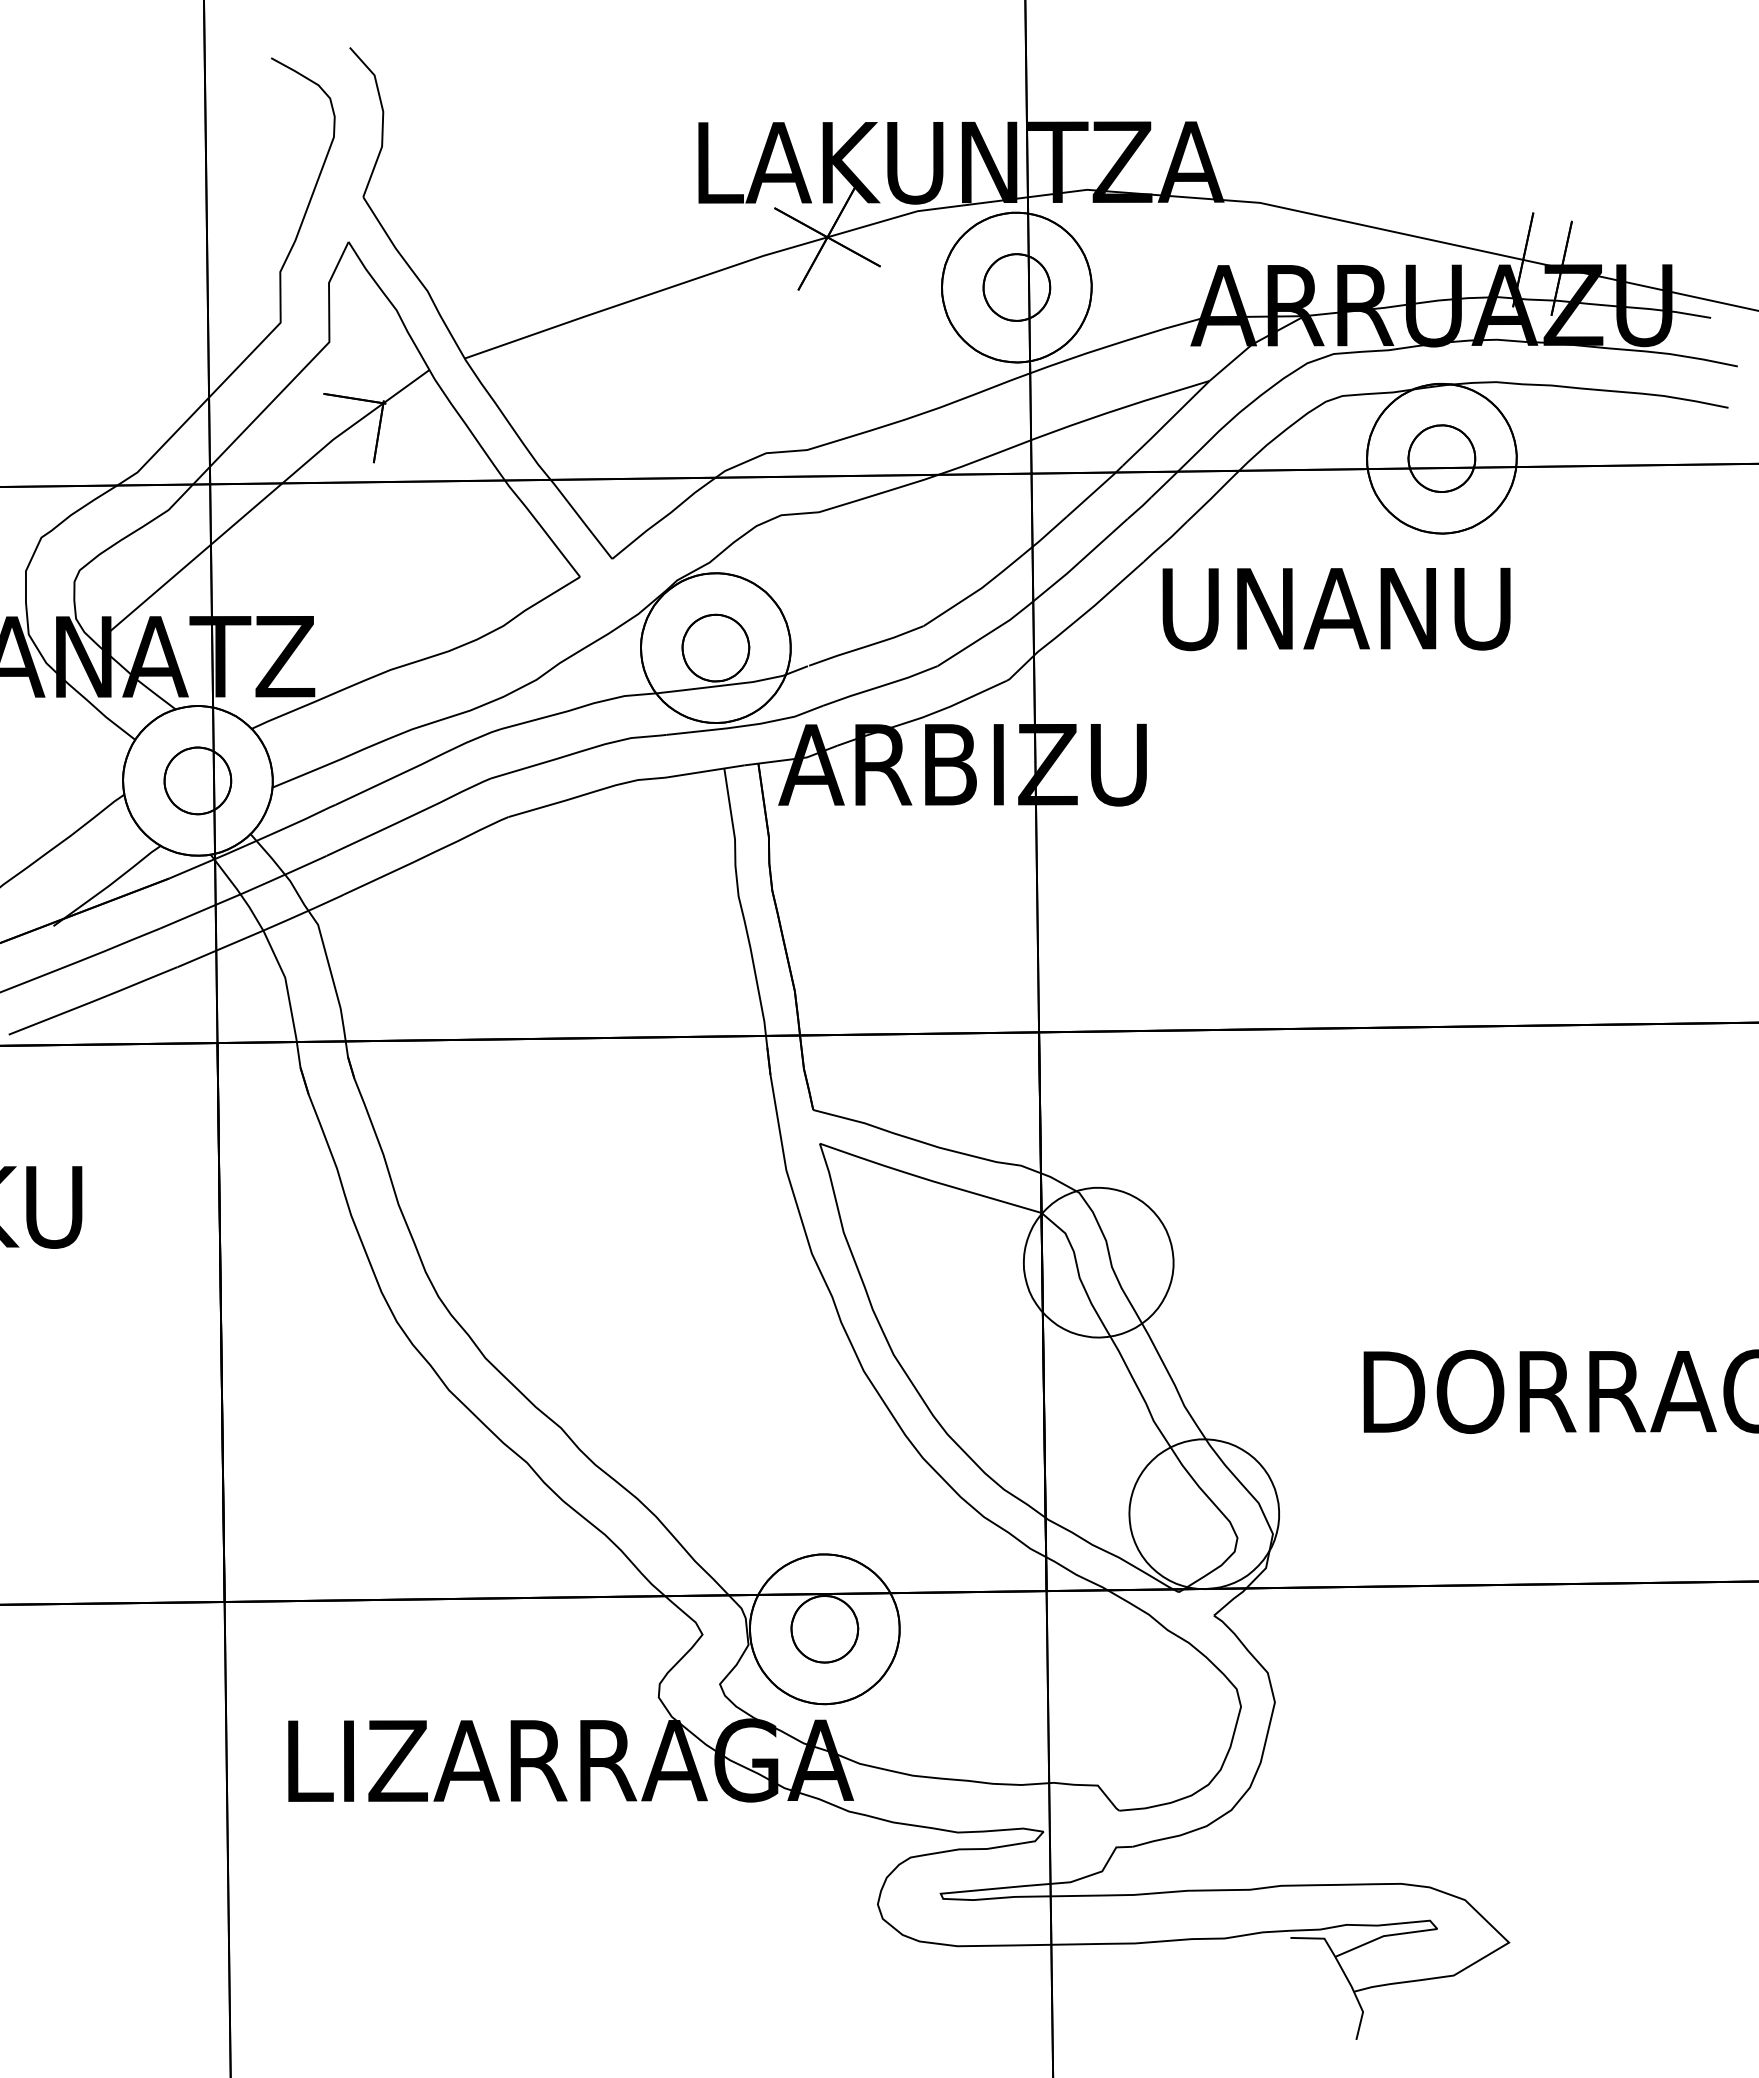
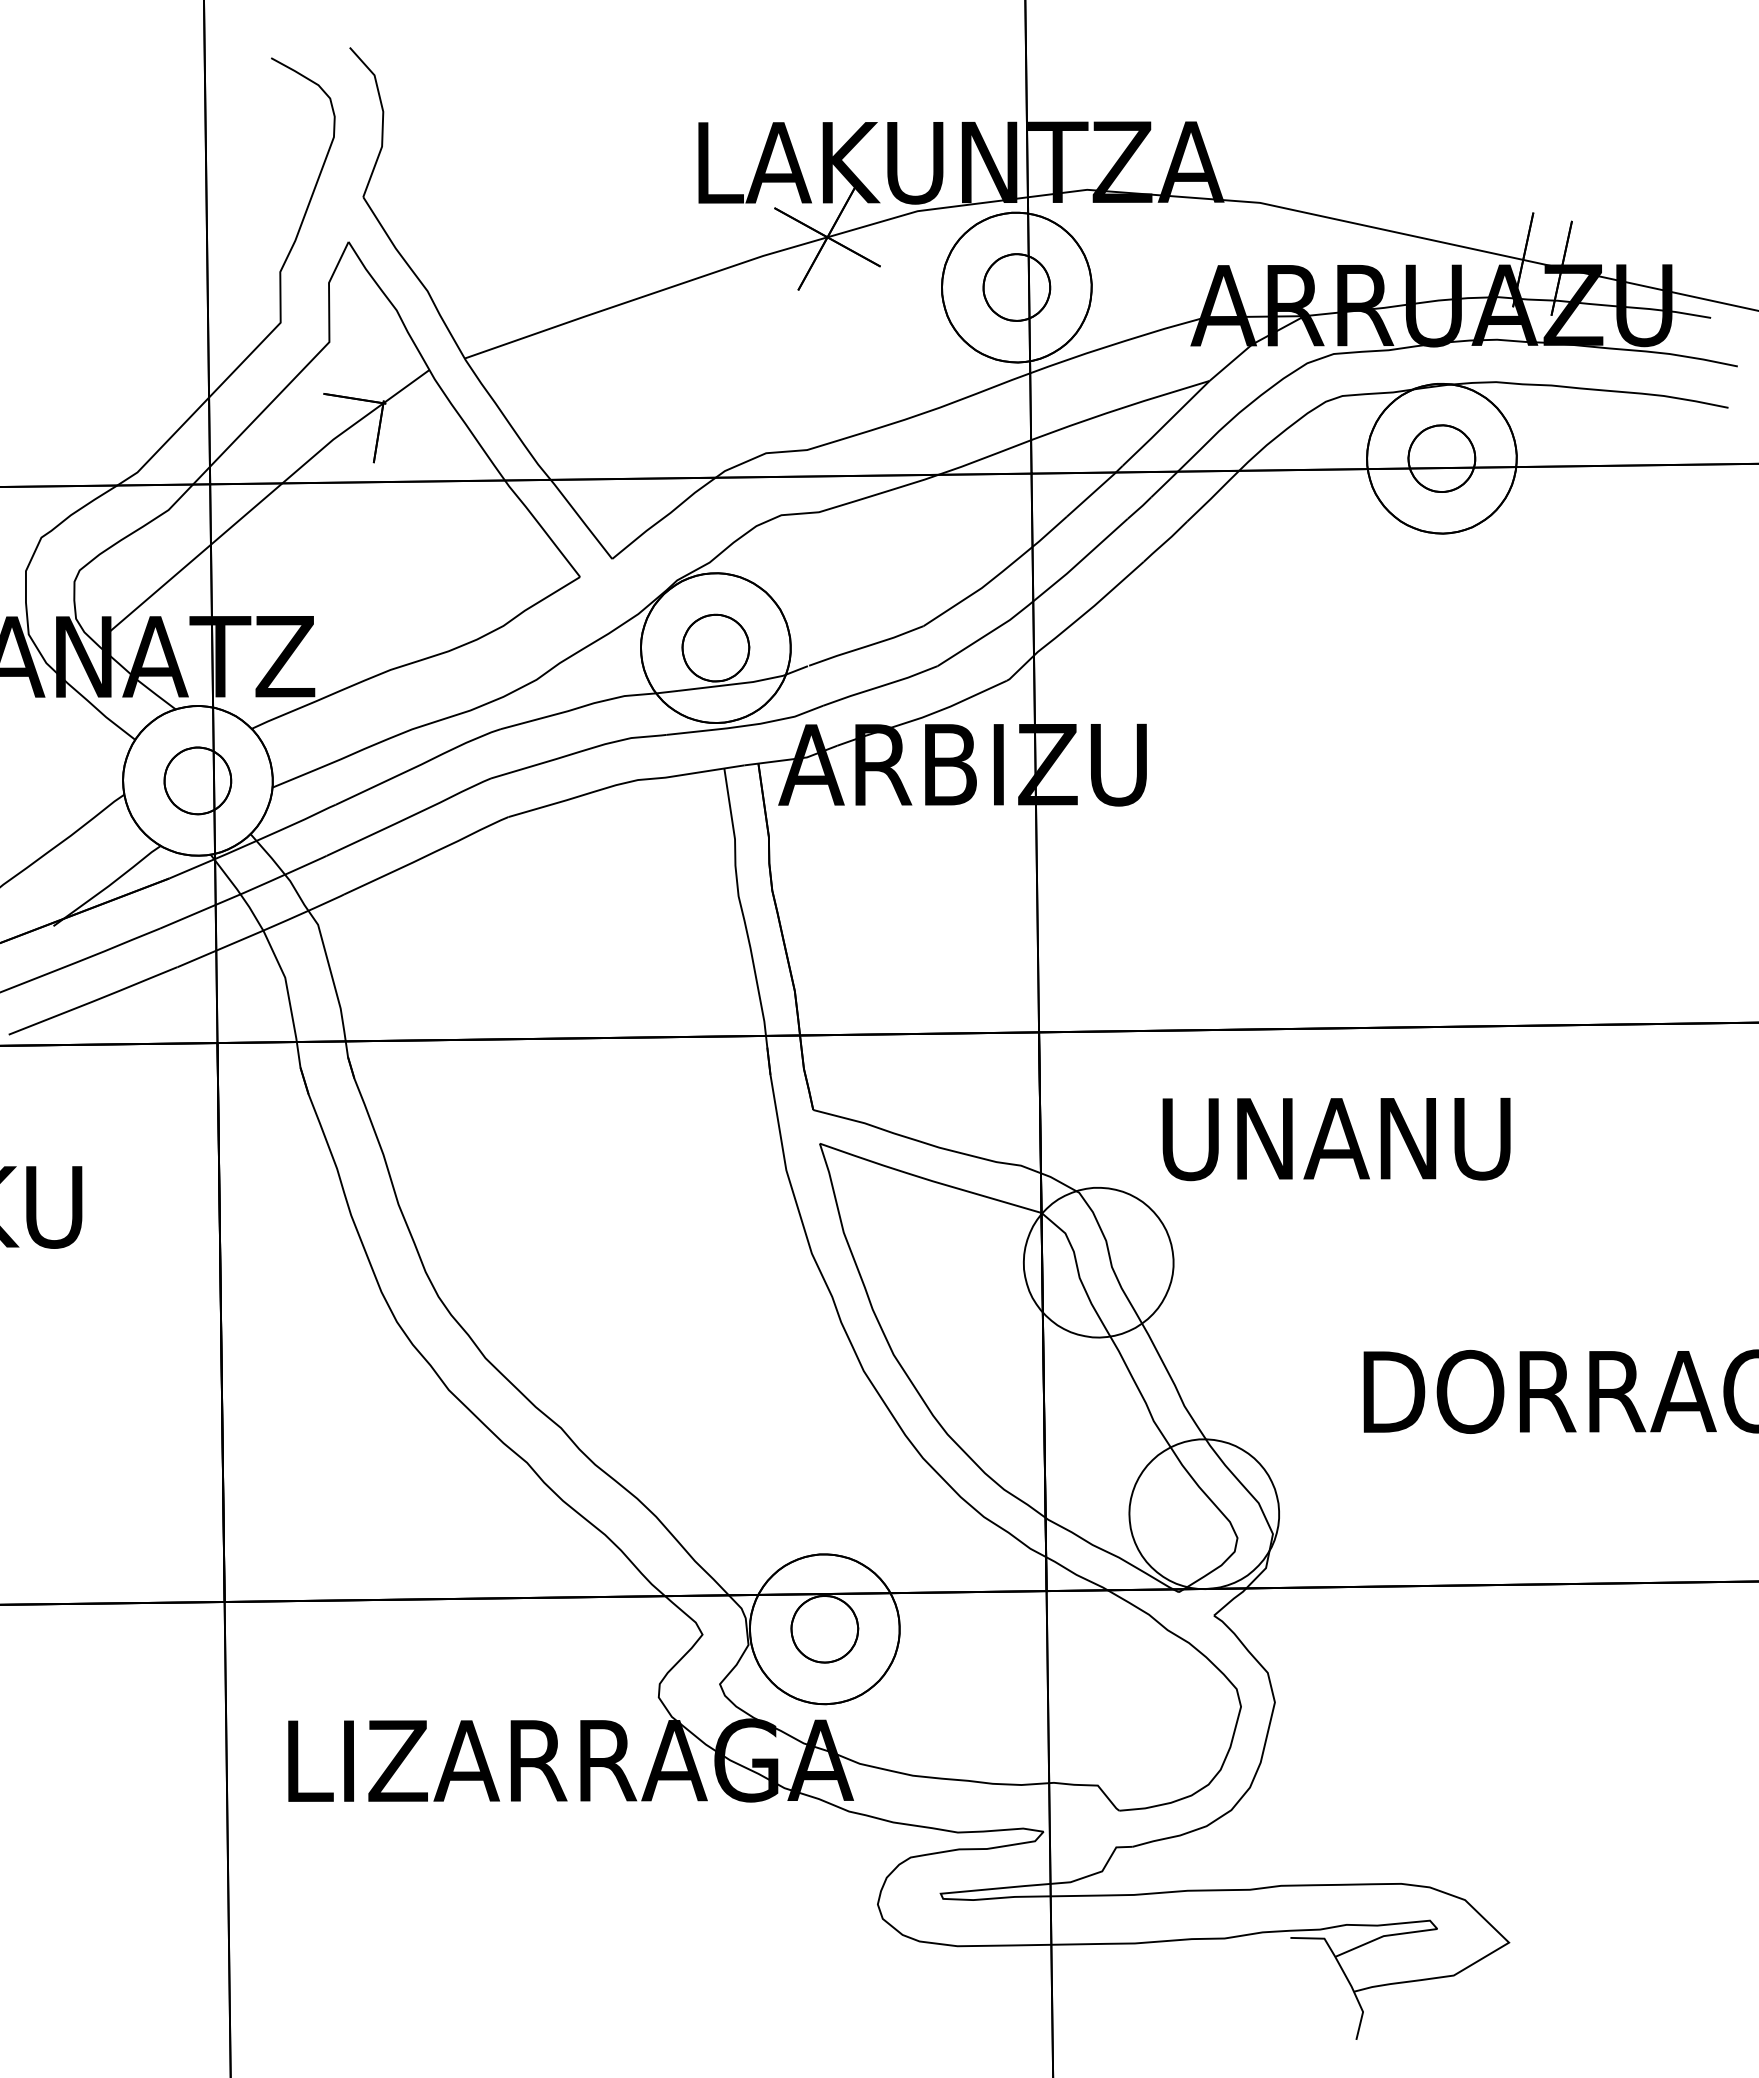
text at (1336, 609) position: (1336, 609) -> (1336, 1139)
